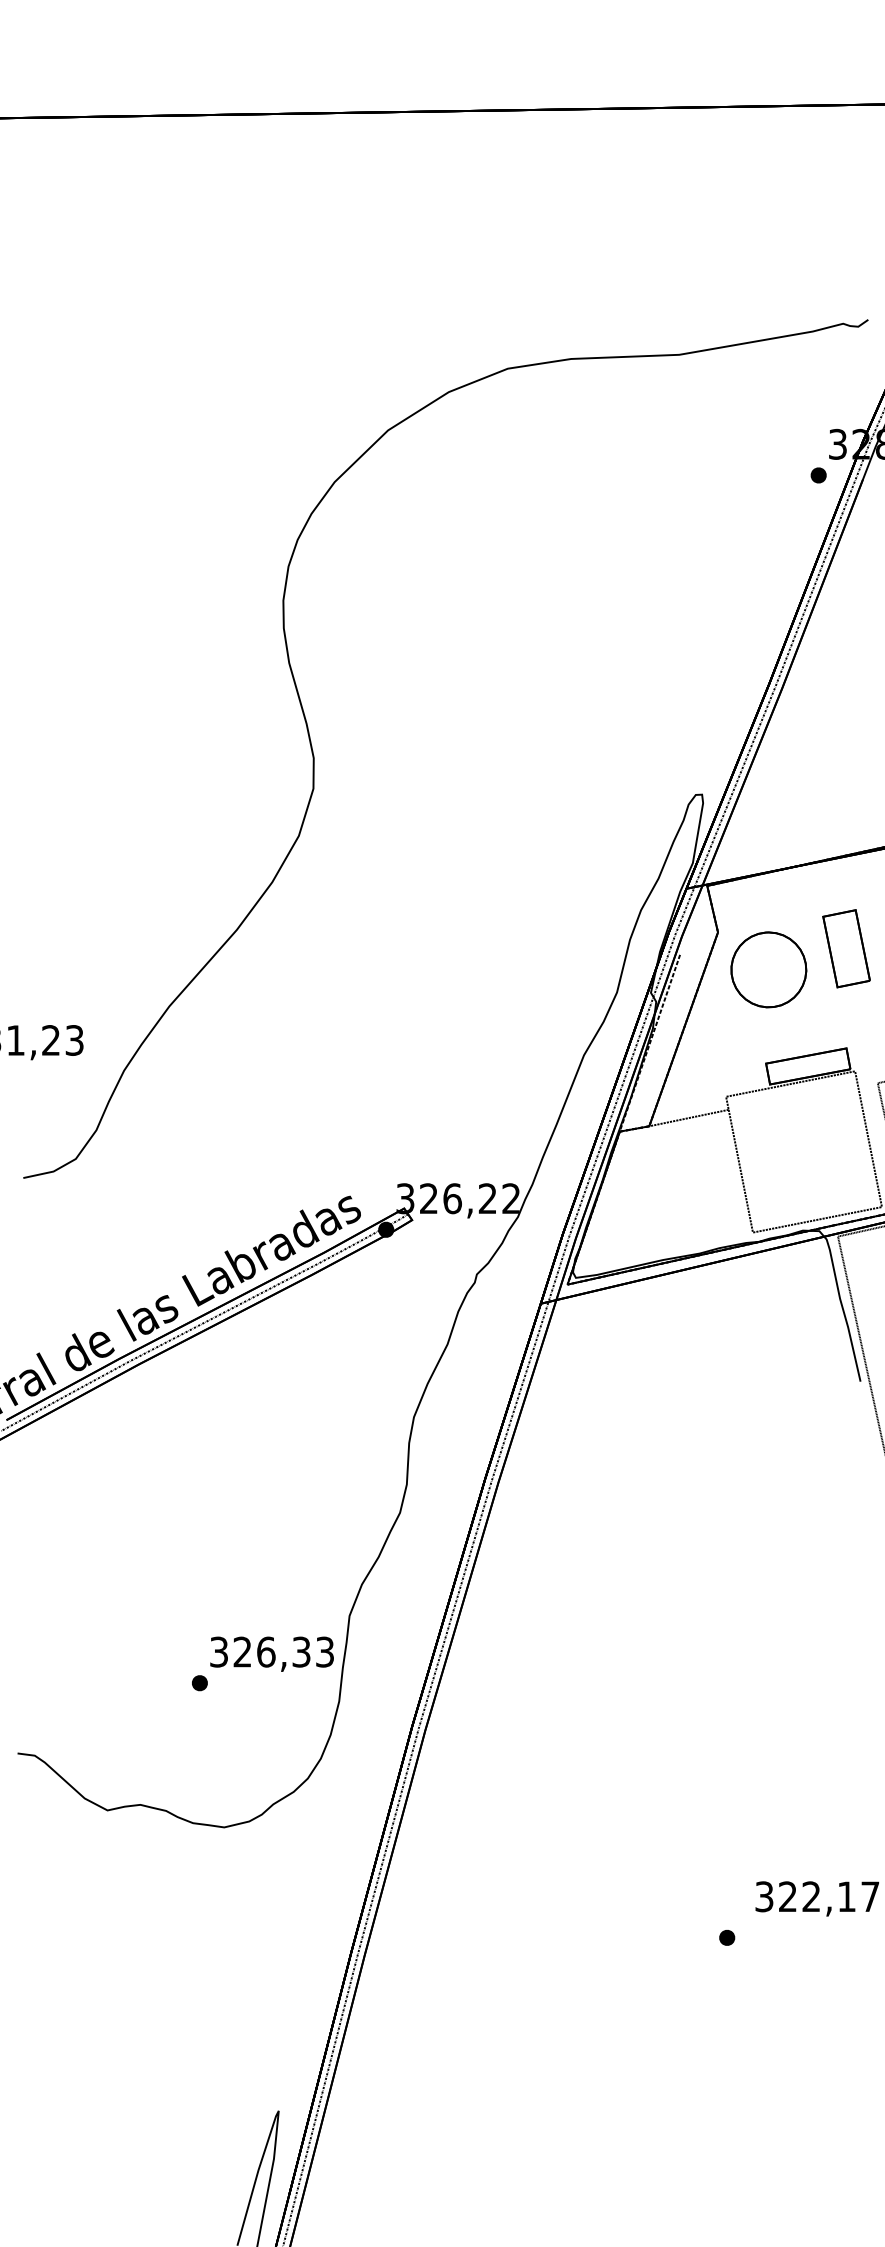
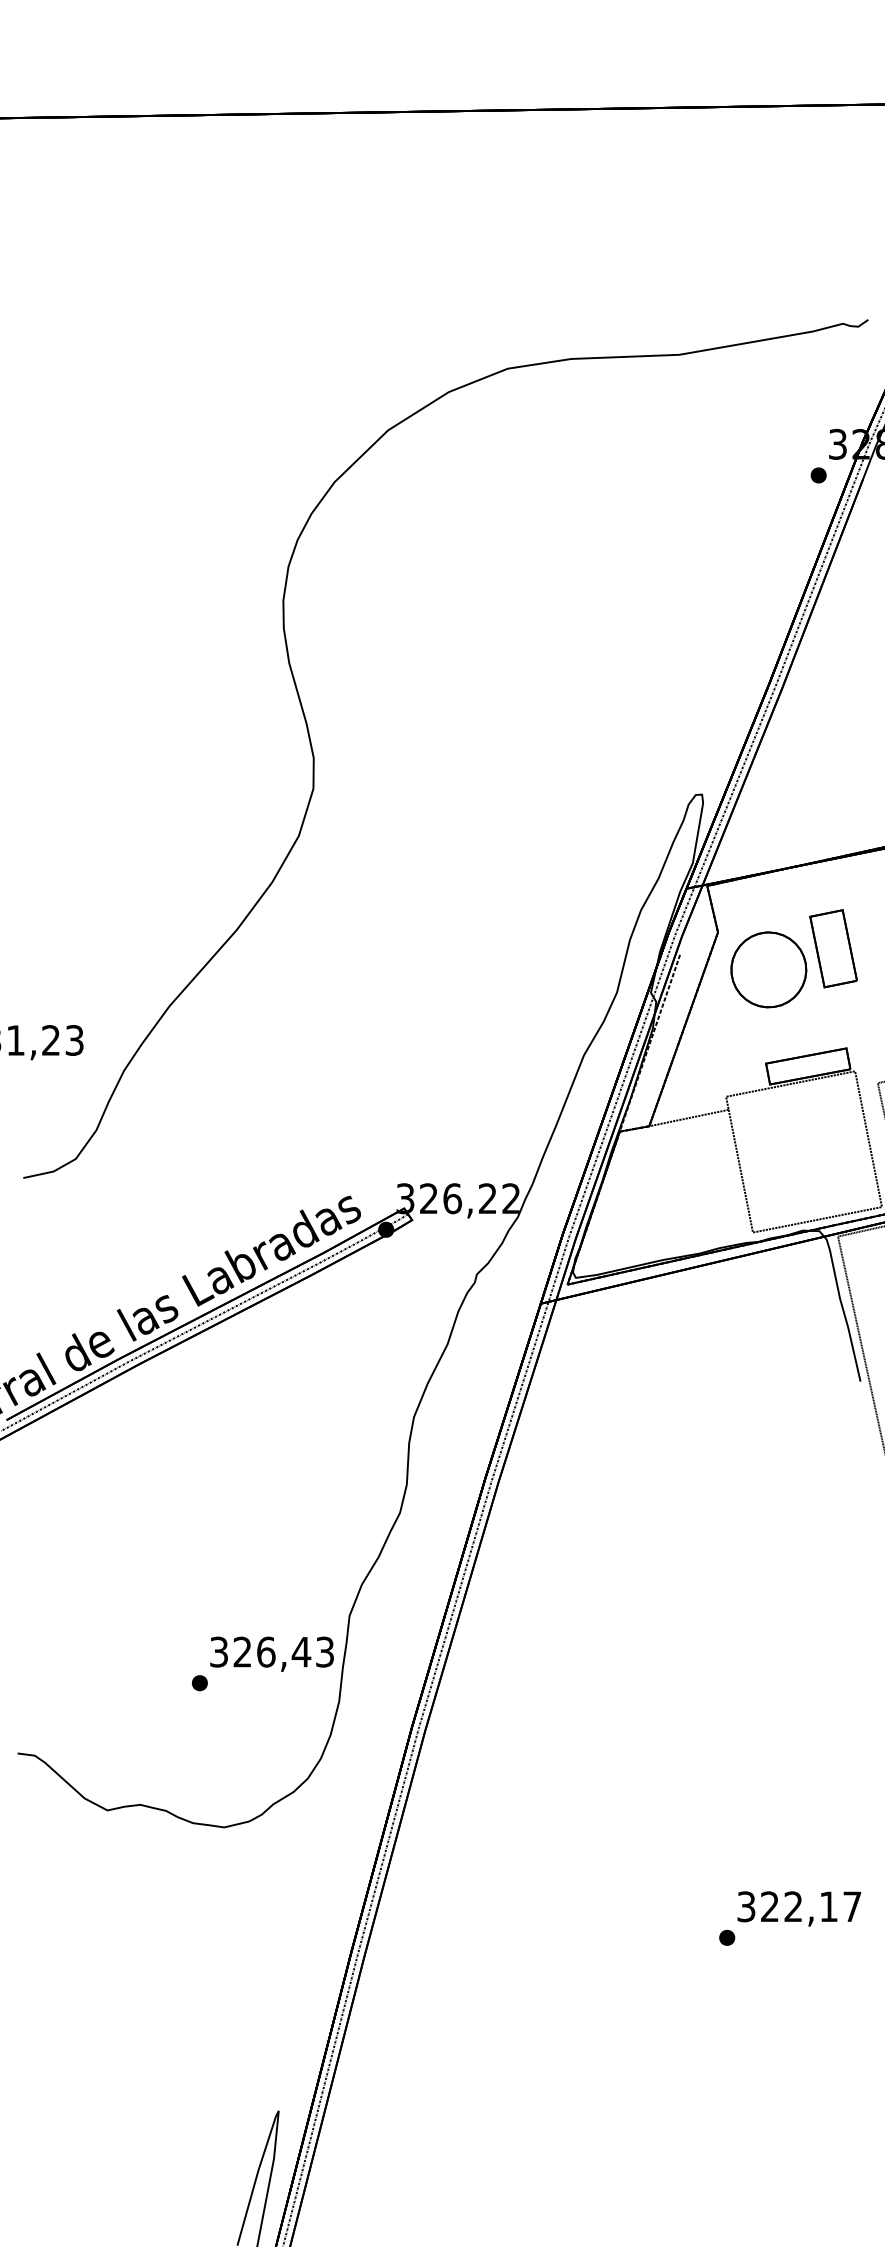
part at (846, 948) position: (846, 948) -> (833, 948)
text at (301, 1651): 326,33 -> 326,43
text at (816, 1898) position: (816, 1898) -> (798, 1908)
